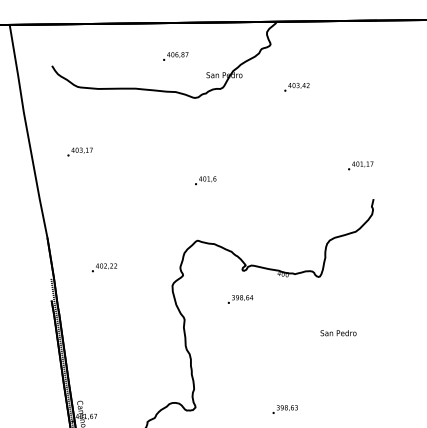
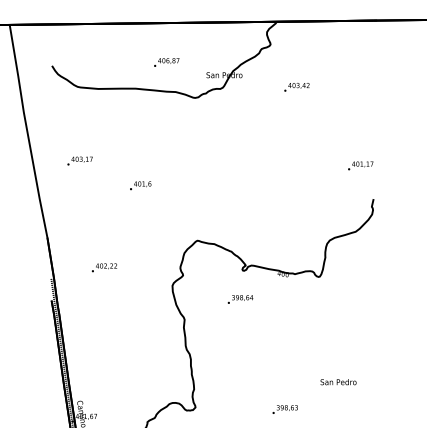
text at (175, 56) position: (175, 56) -> (166, 62)
text at (79, 151) position: (79, 151) -> (79, 160)
text at (205, 180) position: (205, 180) -> (140, 185)
text at (338, 333) position: (338, 333) -> (338, 382)
